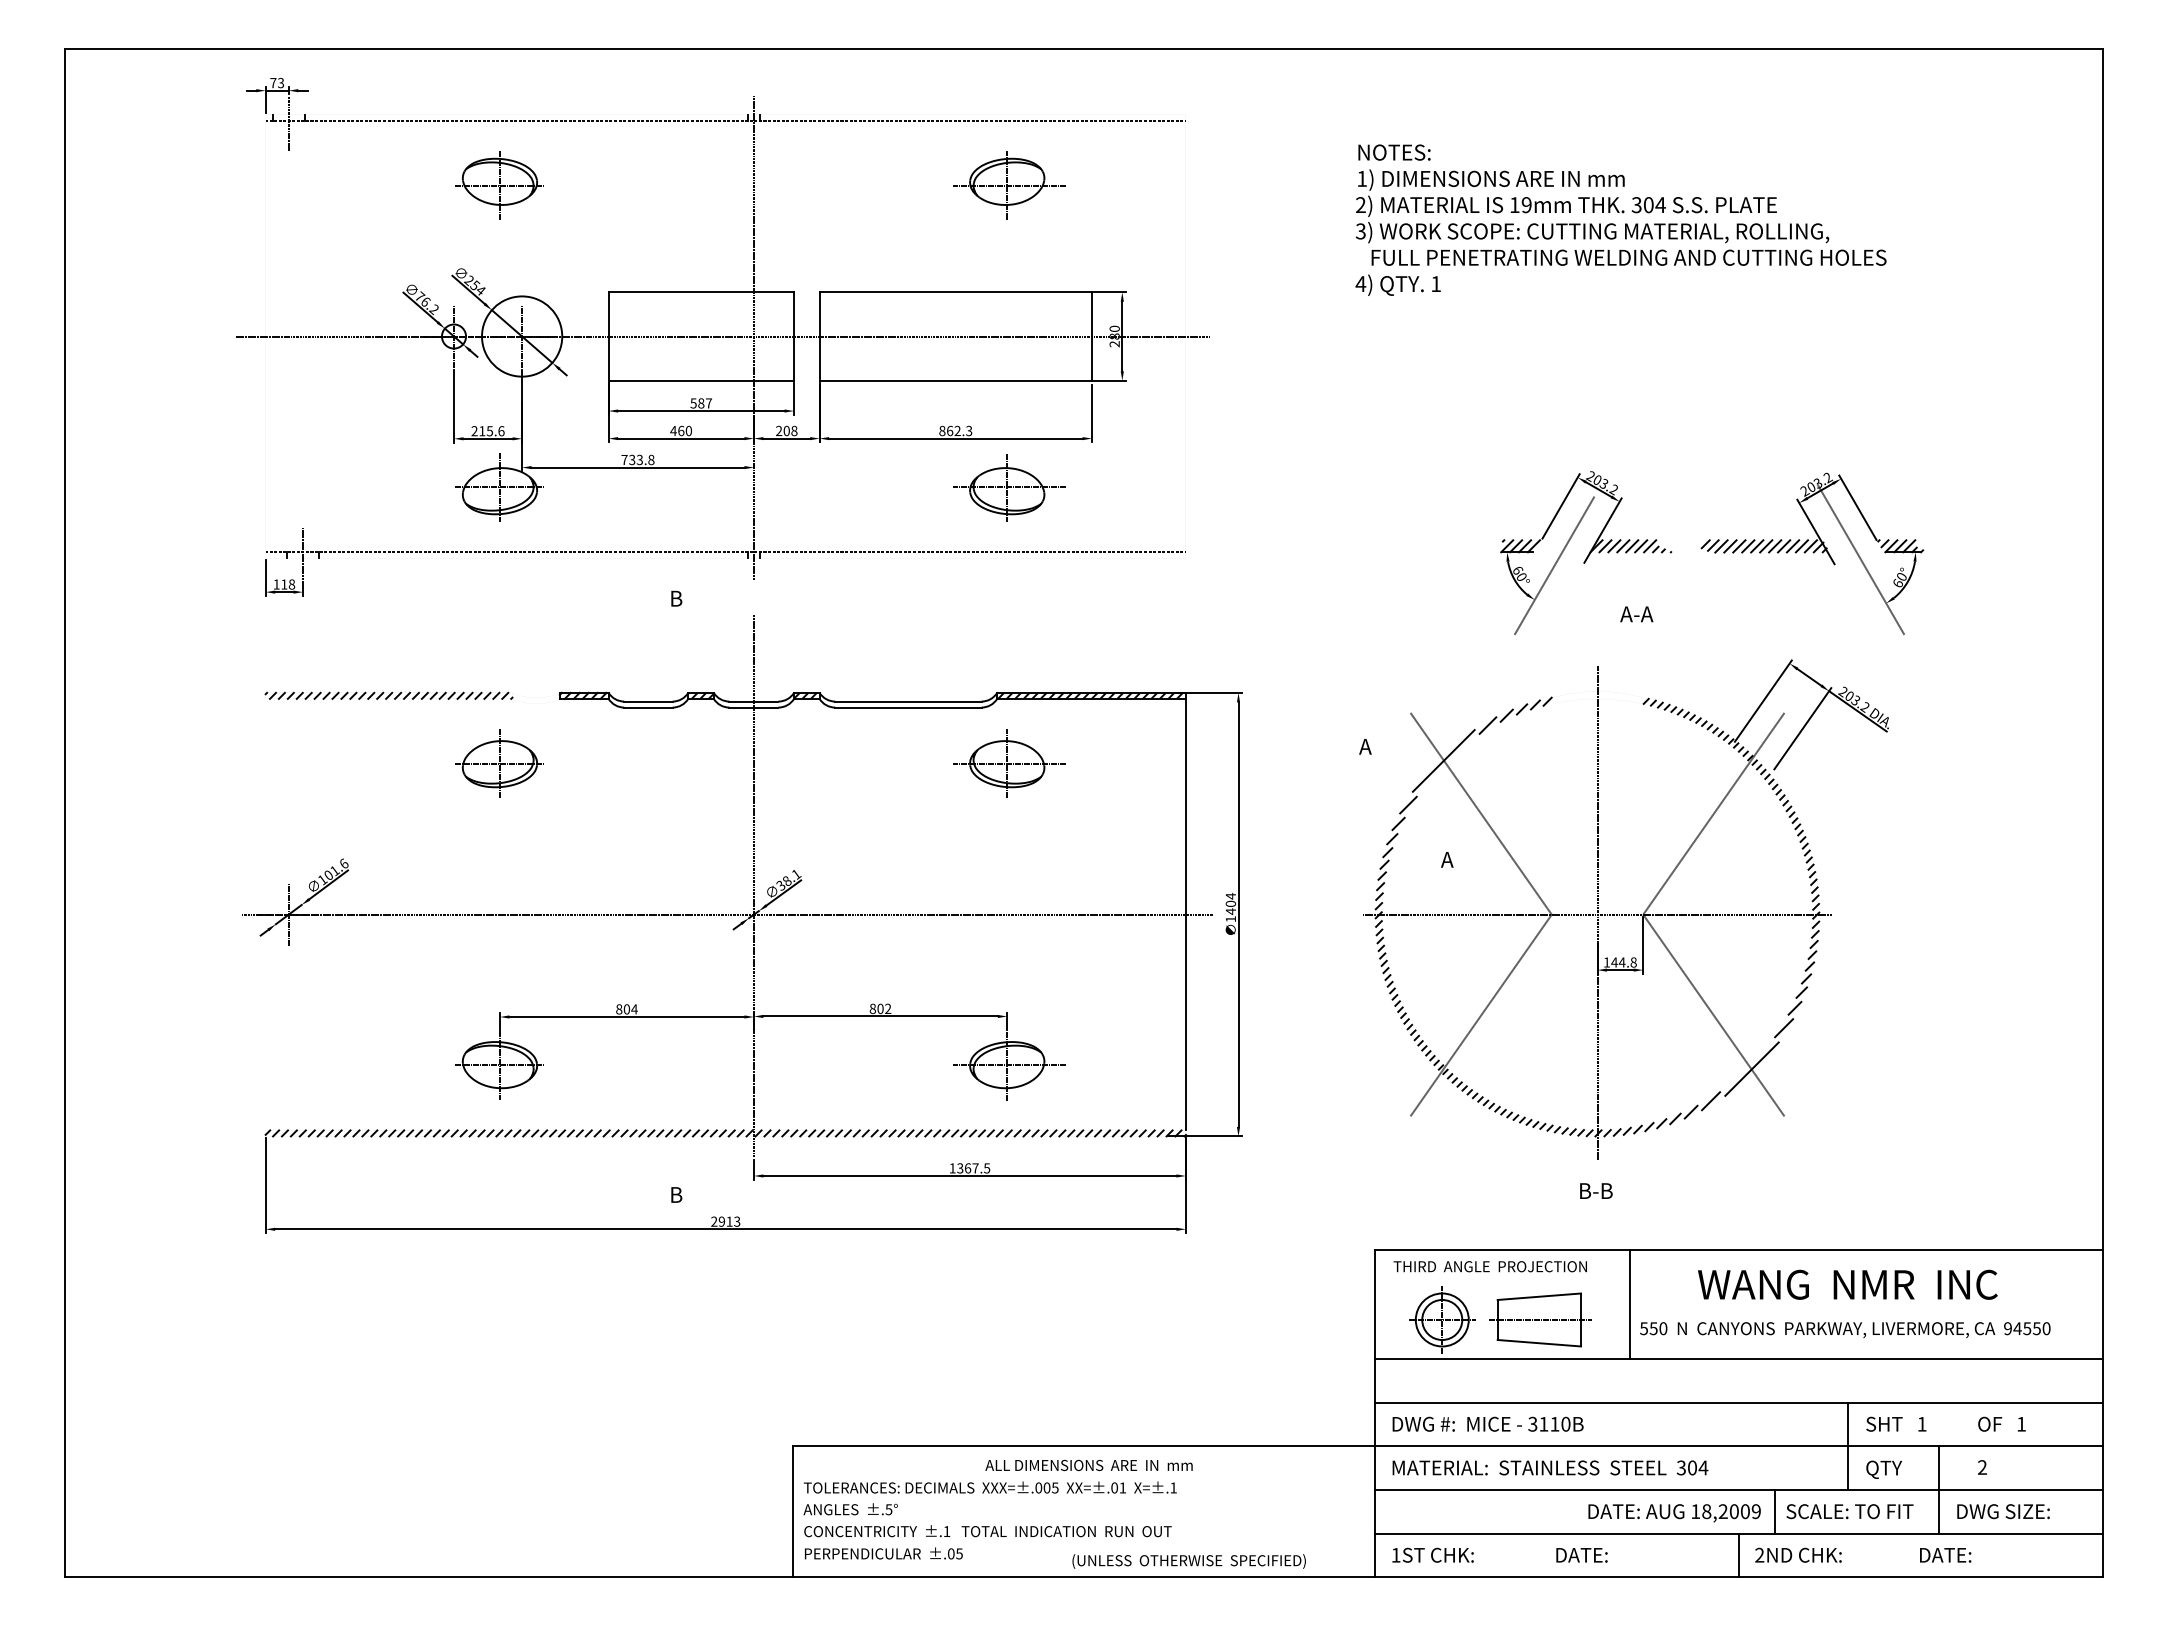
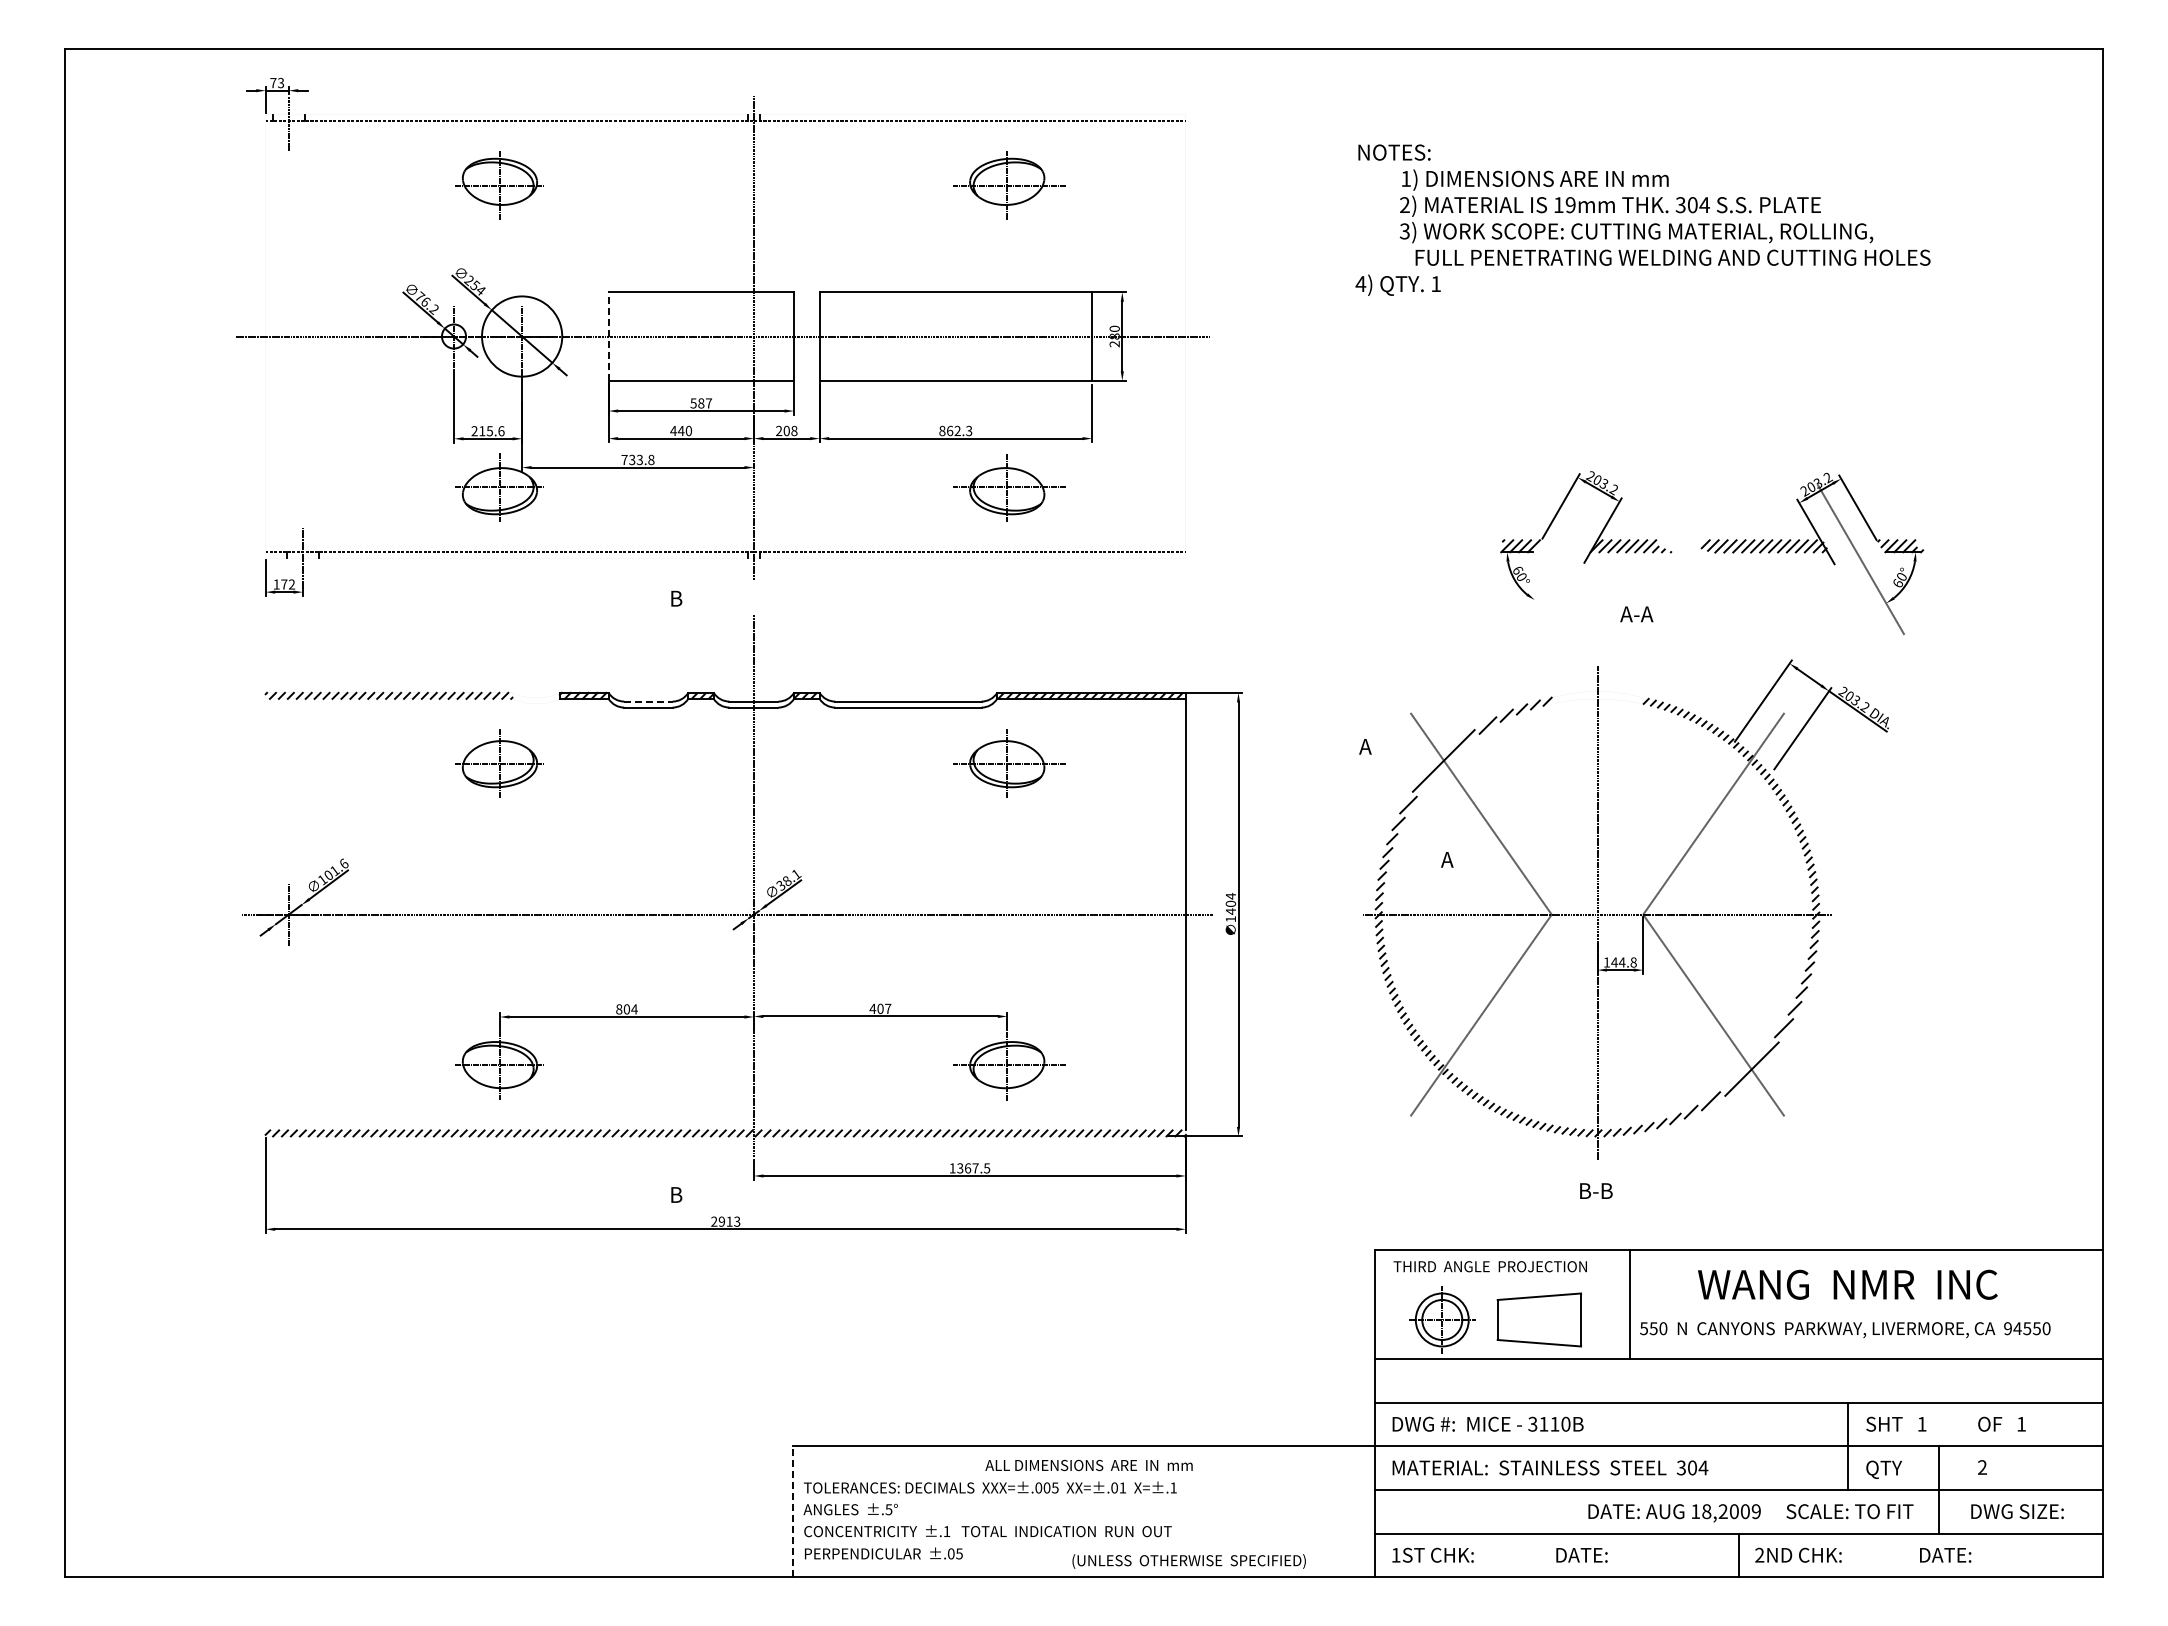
text at (1620, 217) position: (1620, 217) -> (1664, 217)
line at (608, 336): solid -> dashed
text at (680, 430): 460 -> 440
line at (1554, 565): present -> none
text at (288, 584): 118 -> 172
line at (648, 701): solid -> dashed
text at (880, 1008): 802 -> 407
line at (1540, 1319): present -> none
line at (792, 1511): solid -> dashed
line at (1775, 1511): present -> none
text at (2003, 1511) position: (2003, 1511) -> (2017, 1511)
